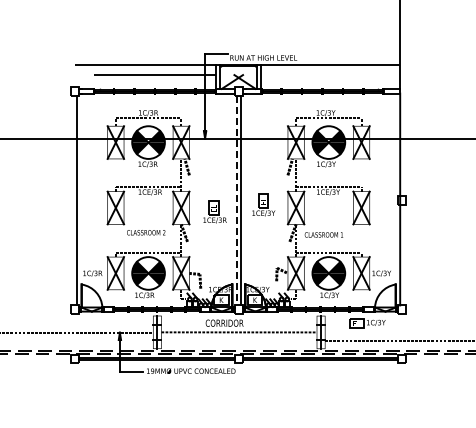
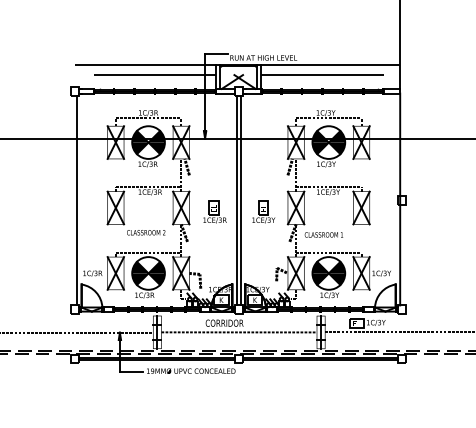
line at (322, 75): none -> present
line at (236, 200): dashed -> solid
part at (263, 204) position: (263, 204) -> (263, 211)
line at (398, 341) position: (398, 341) -> (398, 332)
